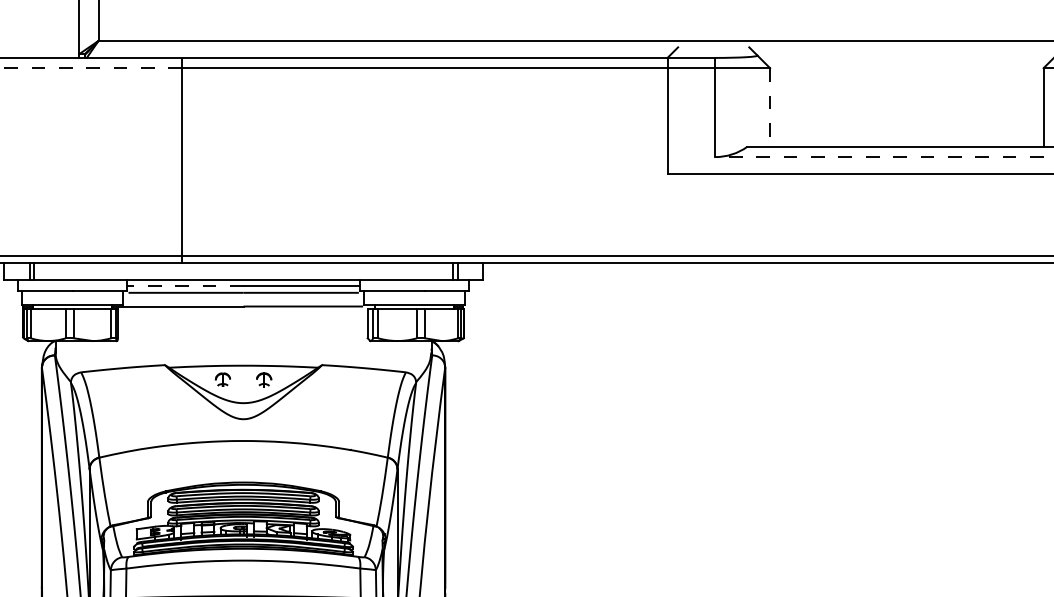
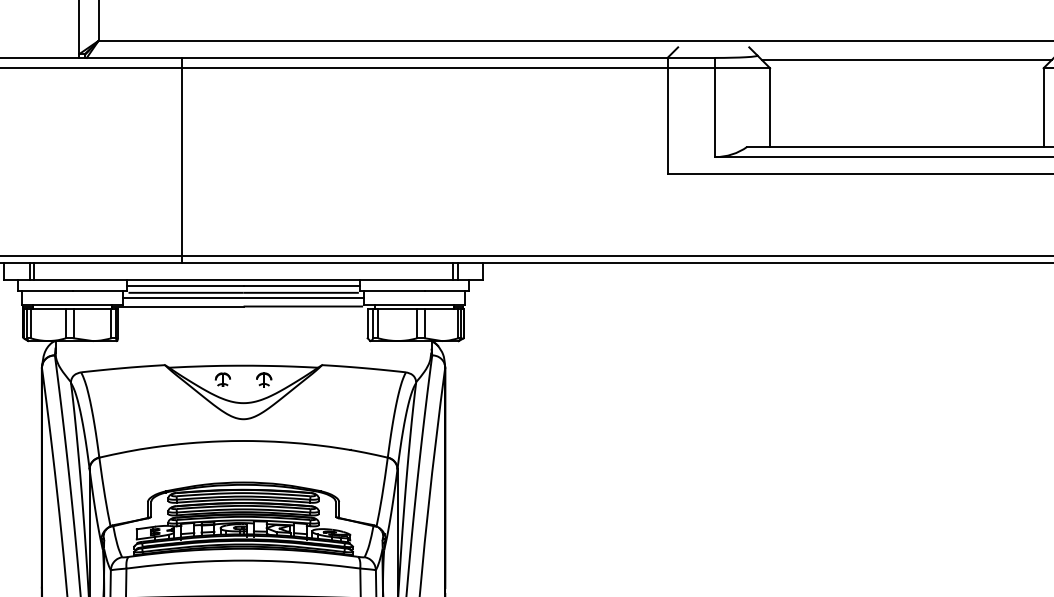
line at (905, 60): none -> present
line at (91, 68): dashed -> solid
line at (770, 108): dashed -> solid
line at (884, 157): dashed -> solid
line at (184, 286): dashed -> solid
line at (243, 297): none -> present
